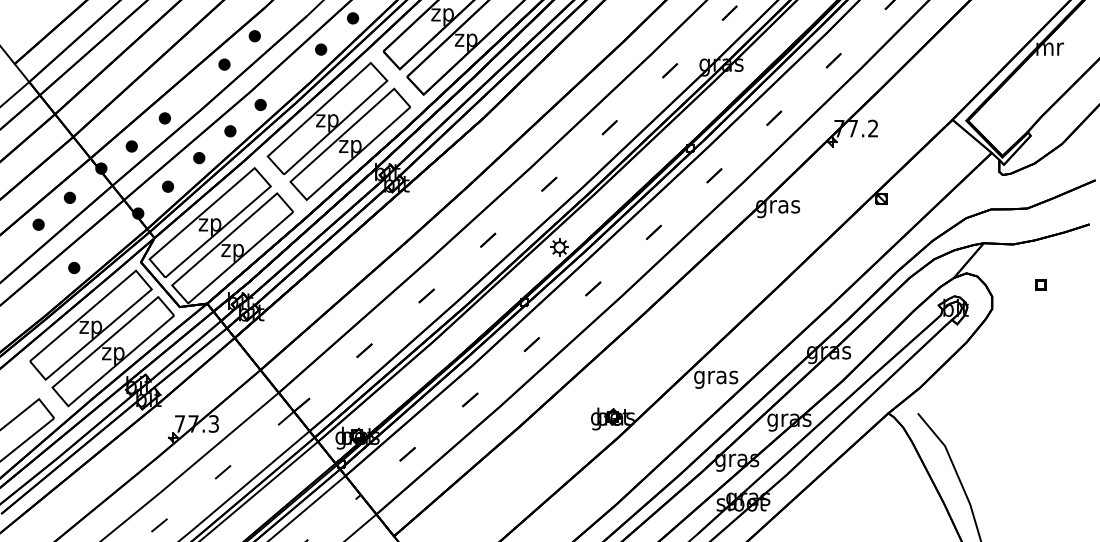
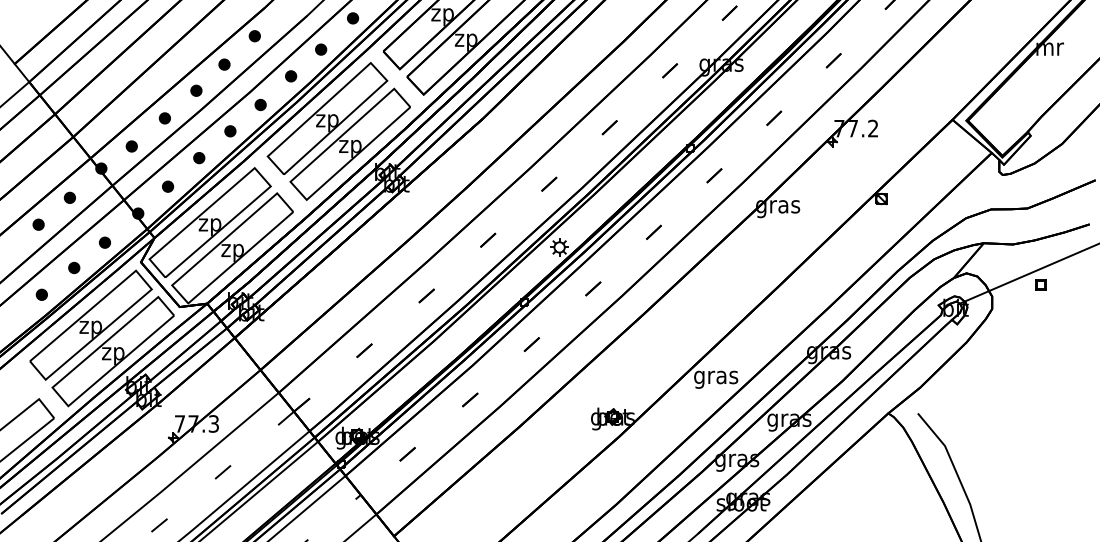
part at (291, 76): none -> present
part at (196, 90): none -> present
part at (104, 242): none -> present
line at (1027, 273): none -> present
part at (41, 294): none -> present
